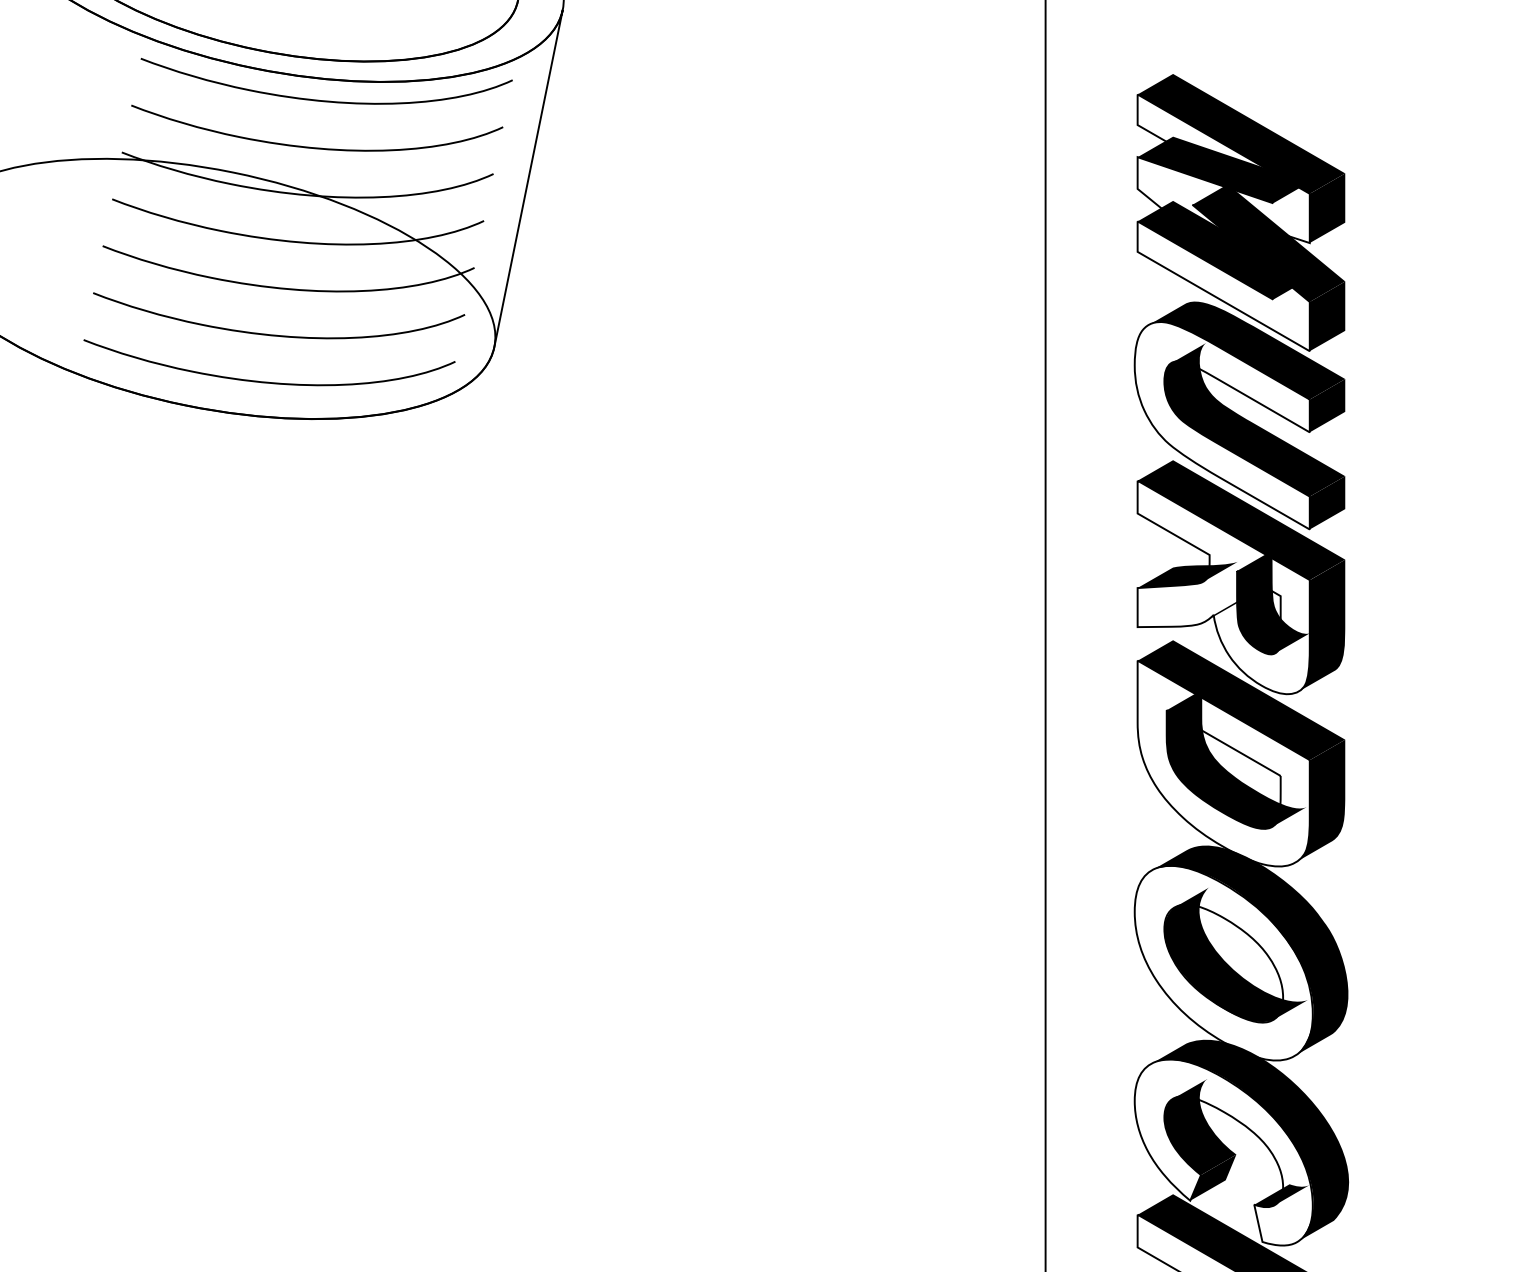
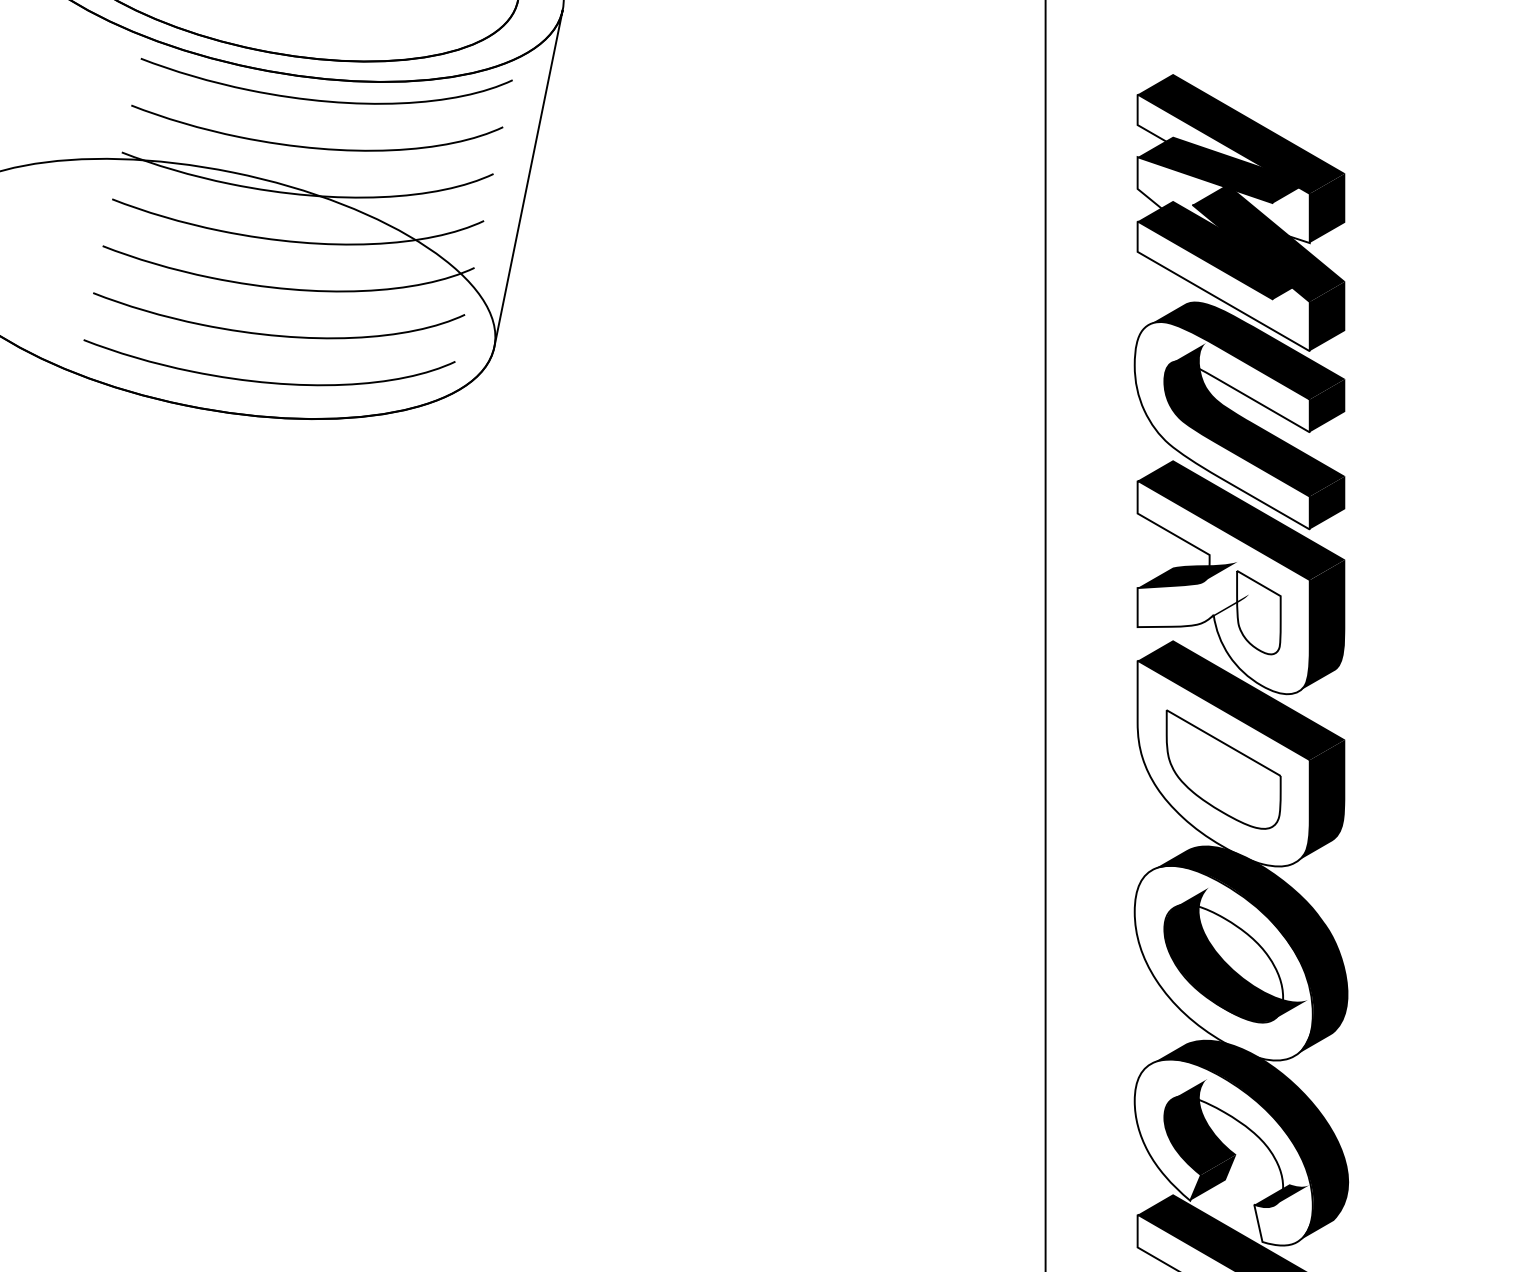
fill at (1273, 602): present -> none
fill at (1236, 758): present -> none
